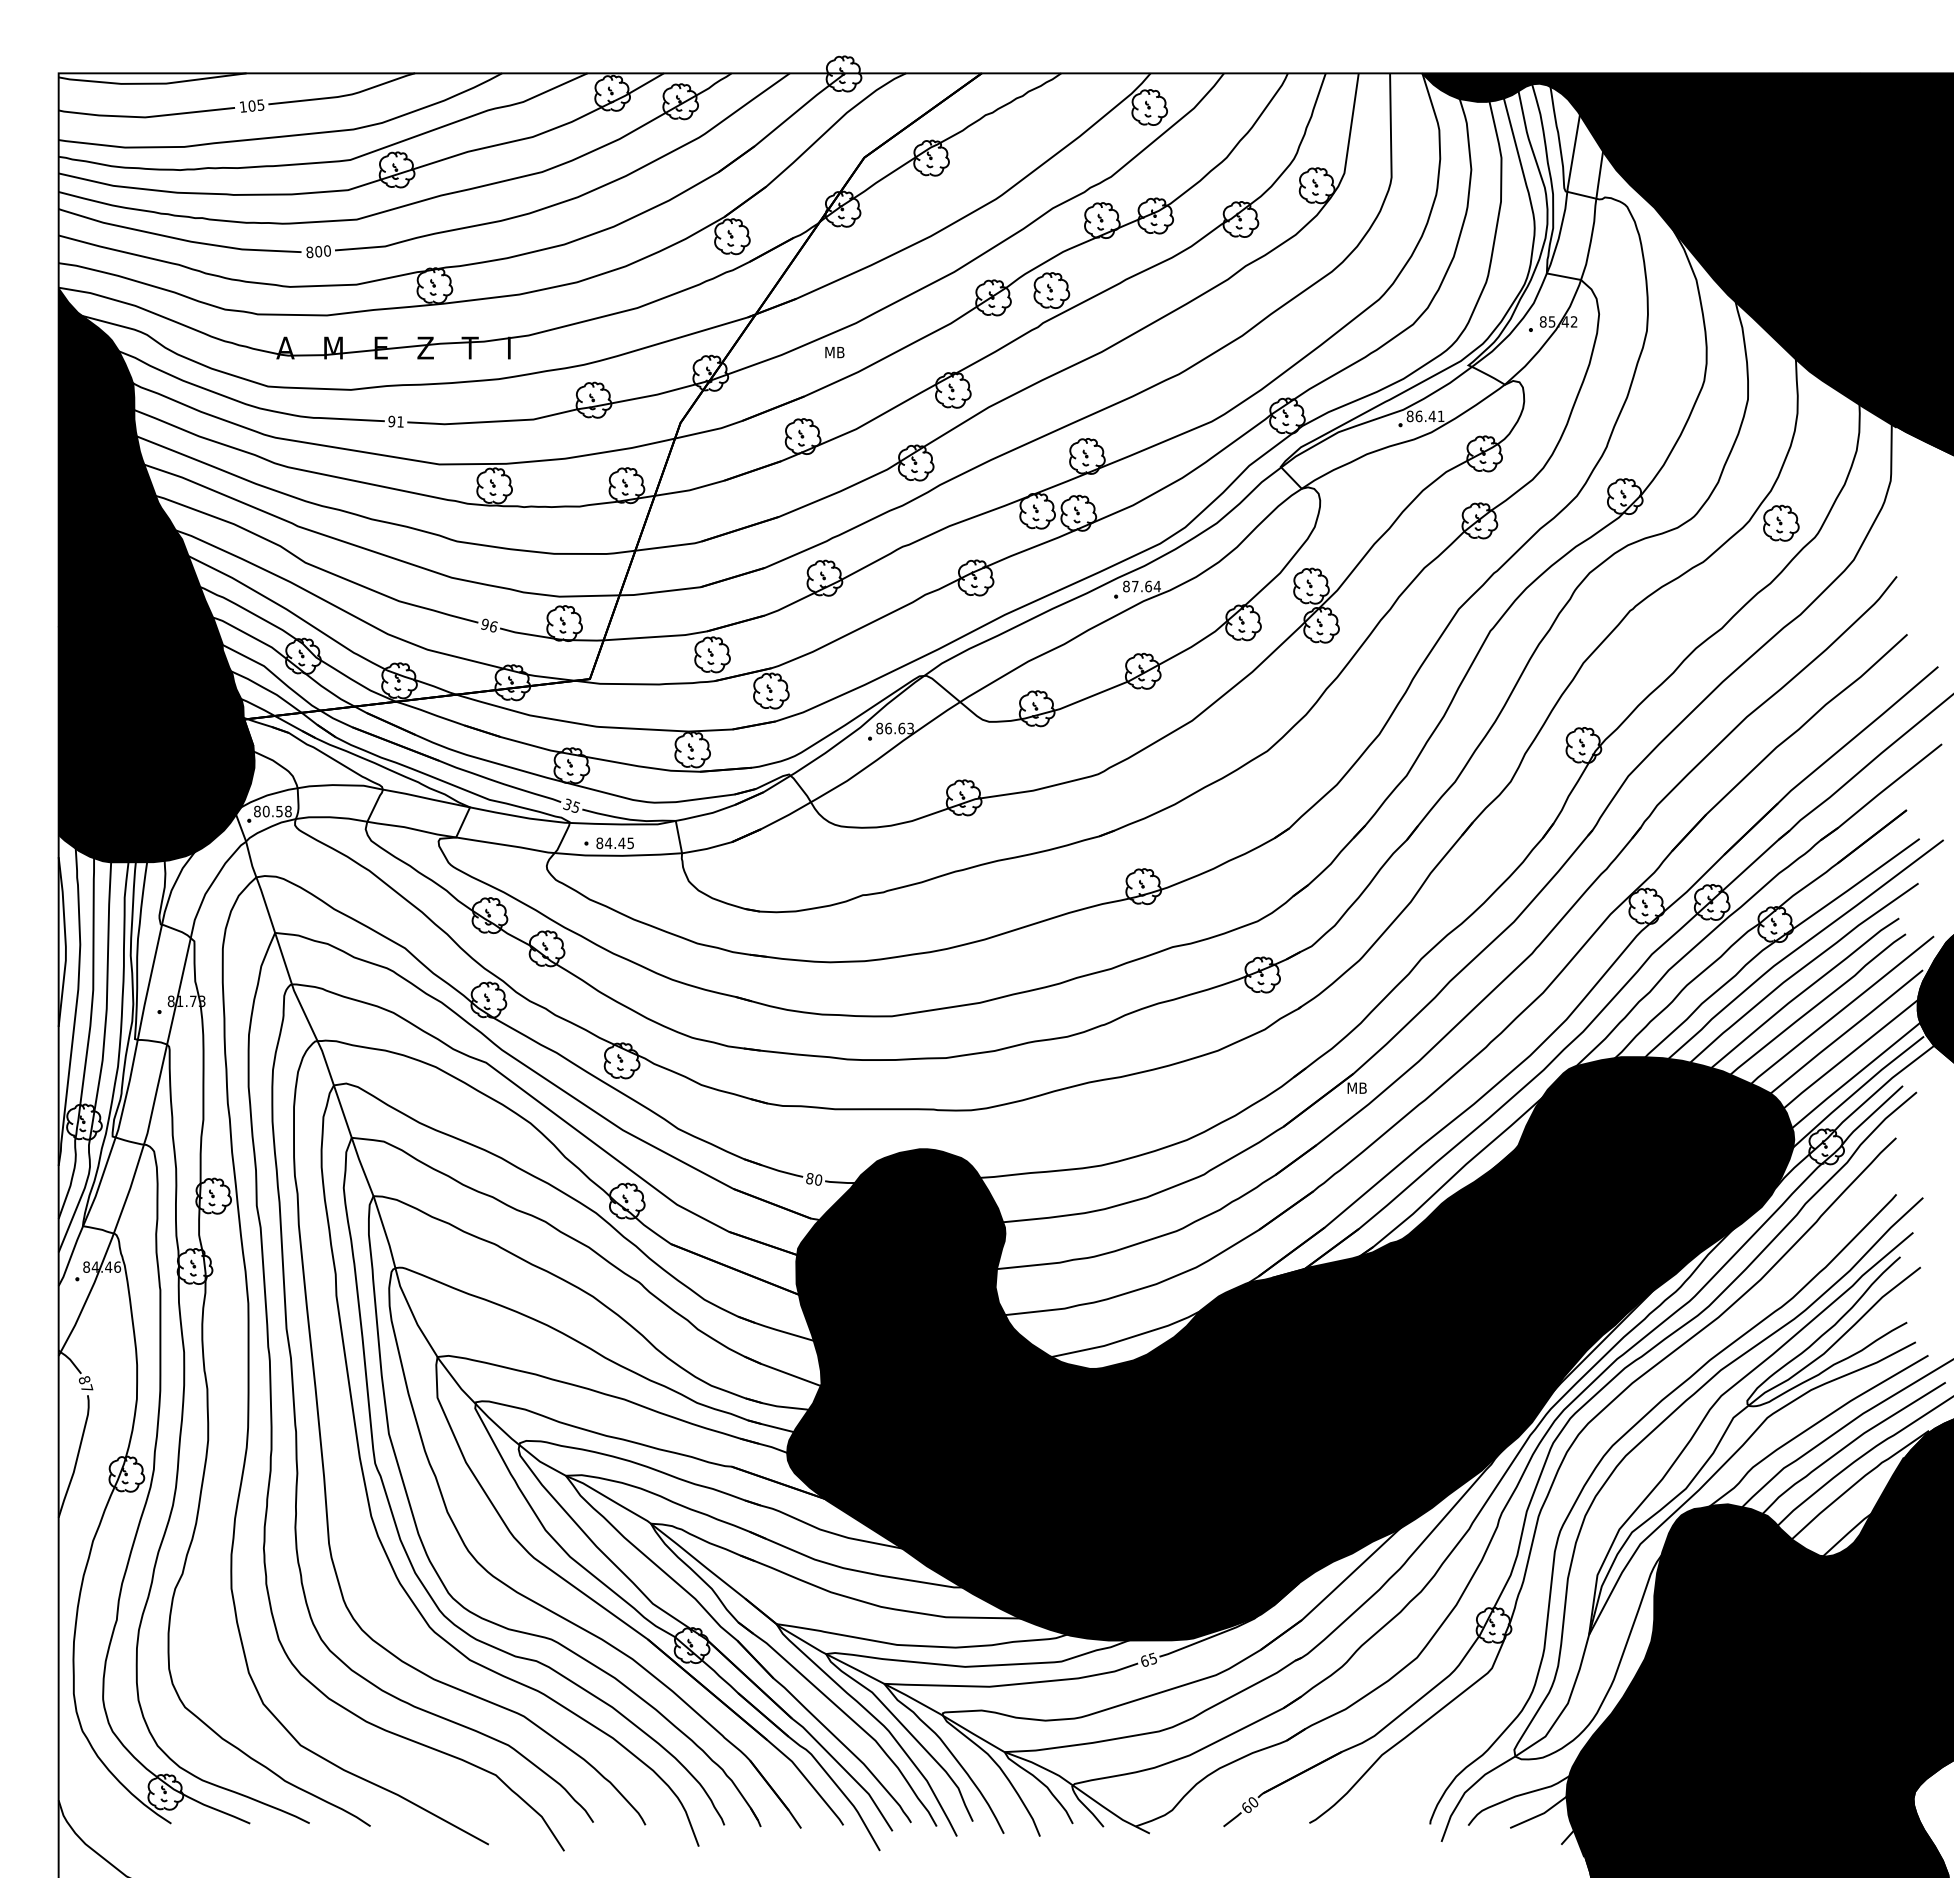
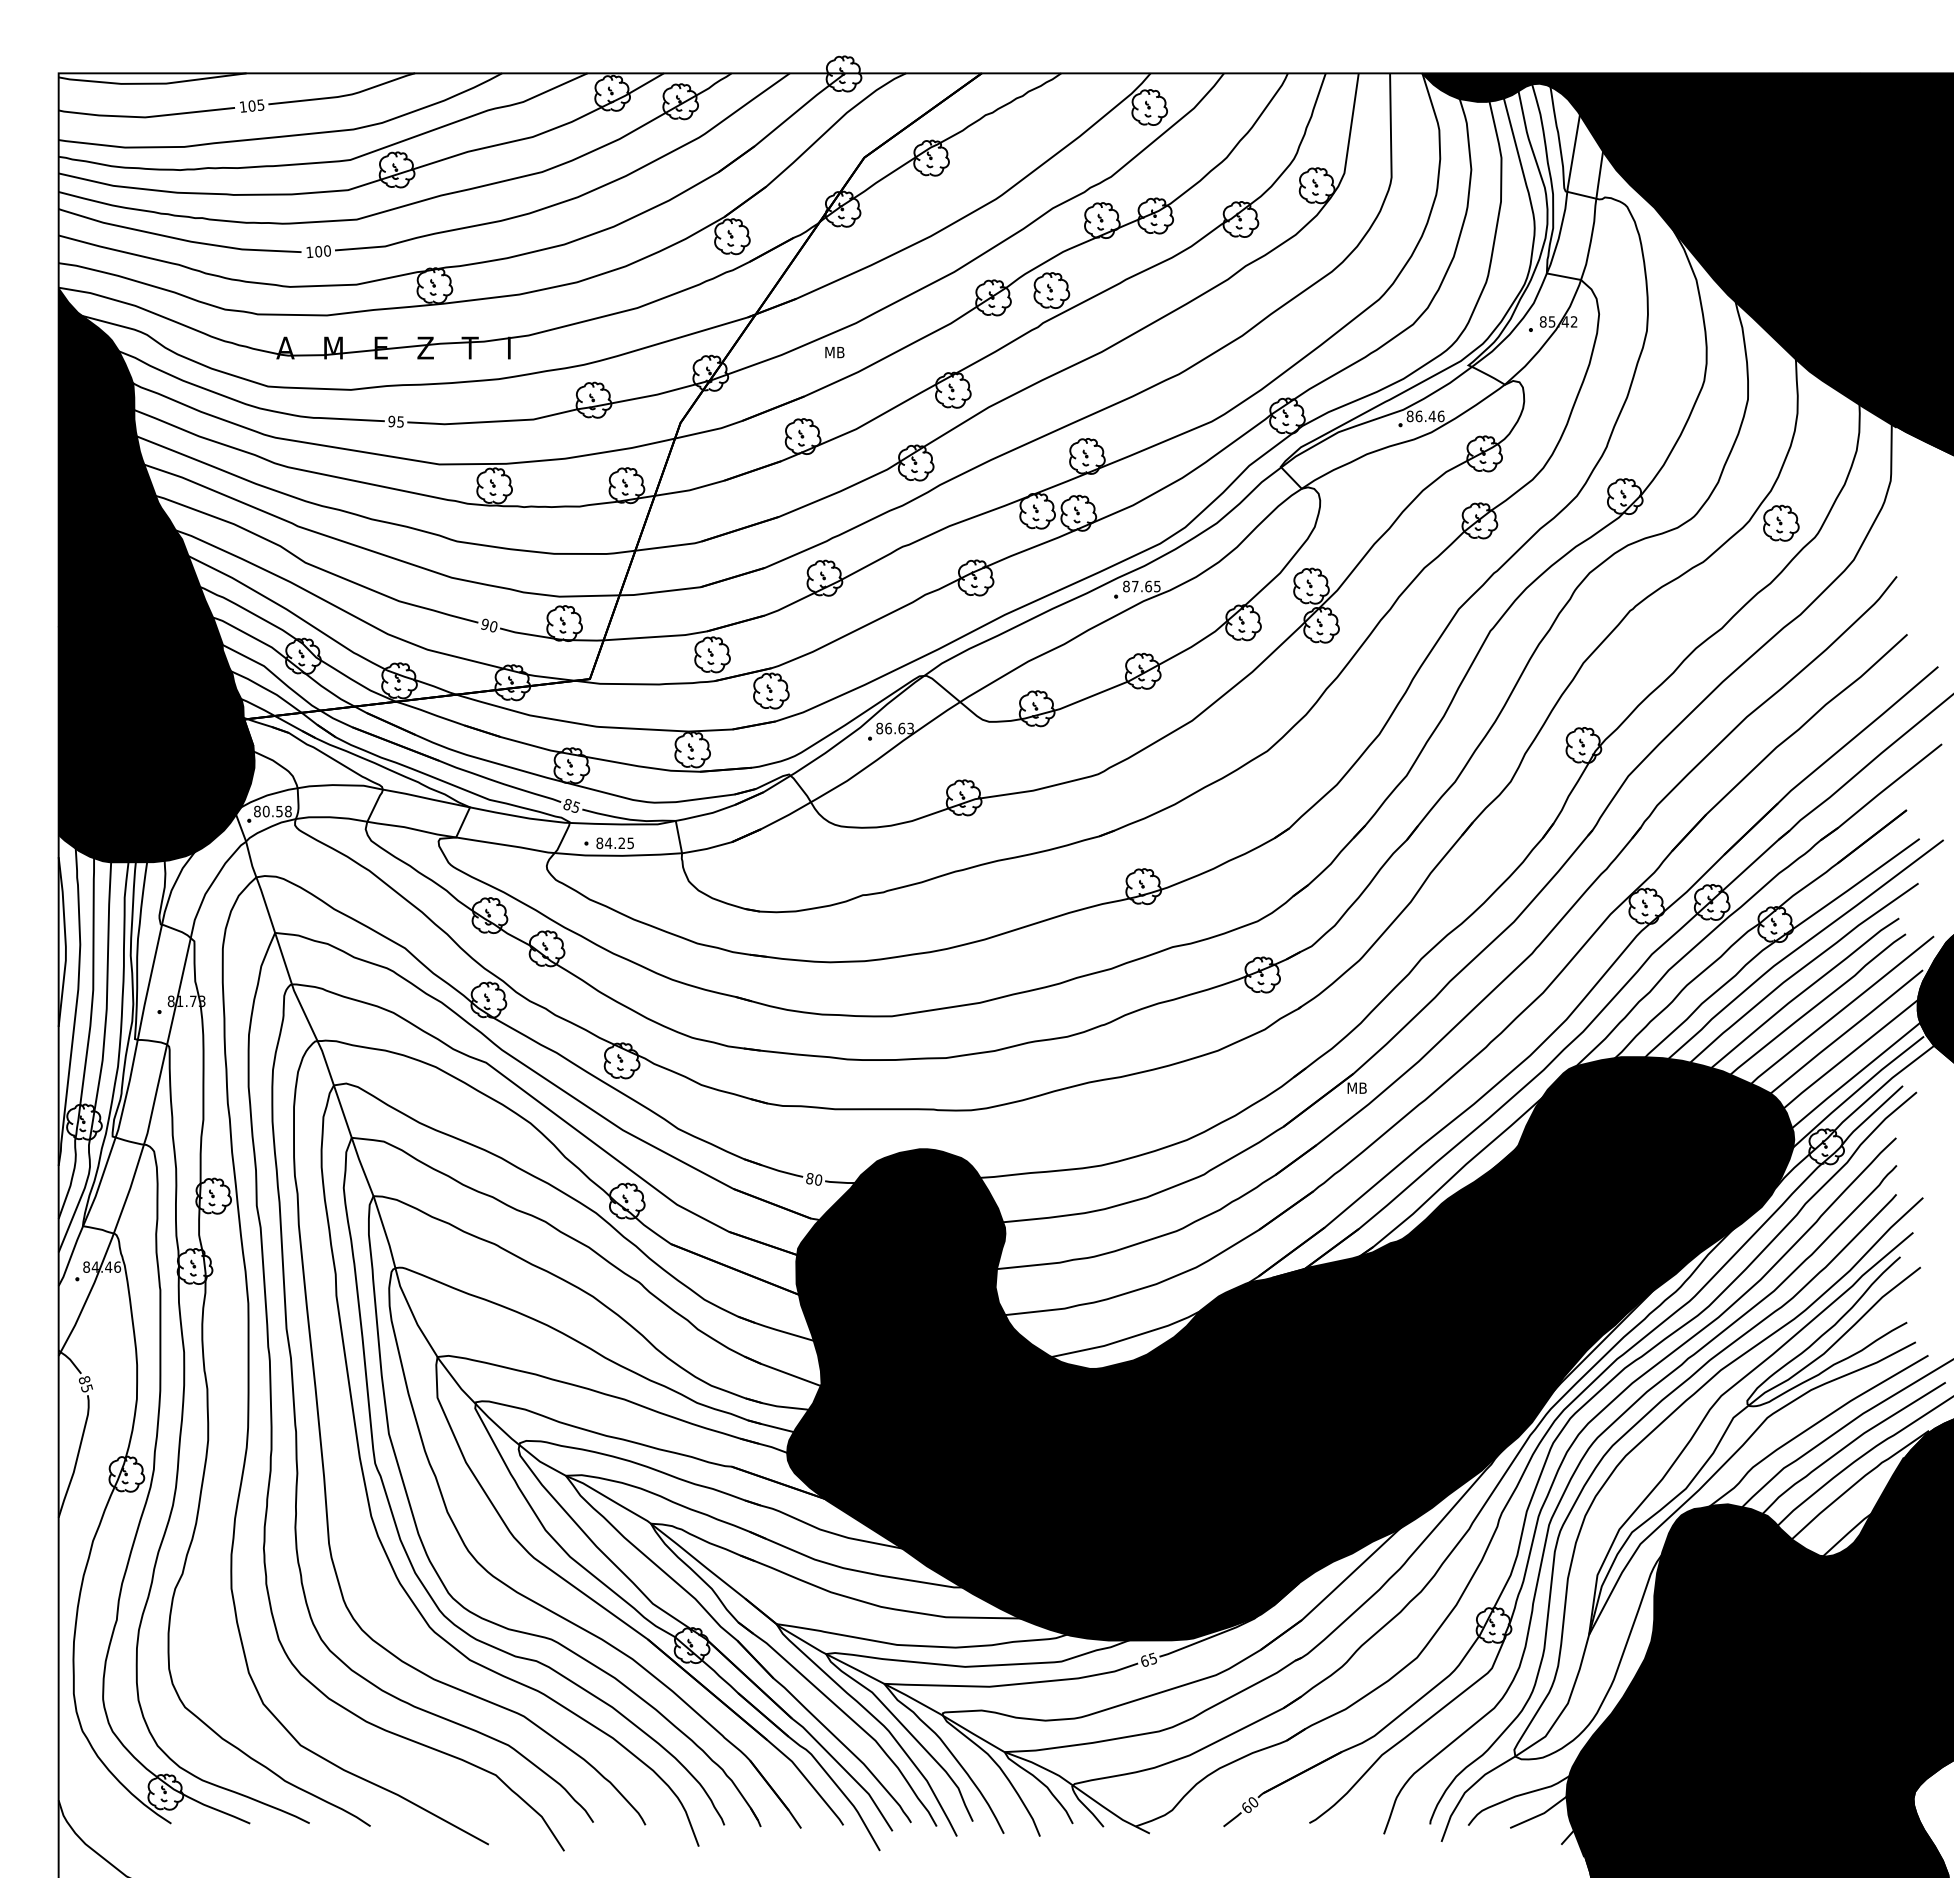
text at (309, 252): 800 -> 100
text at (1440, 416): 86.41 -> 86.46
text at (400, 421): 91 -> 95
text at (1156, 586): 87.64 -> 87.65
text at (494, 626): 96 -> 90
text at (567, 804): 35 -> 85
text at (621, 842): 84.45 -> 84.25
text at (87, 1388): 87 -> 85
curve at (1581, 1462): none -> present
